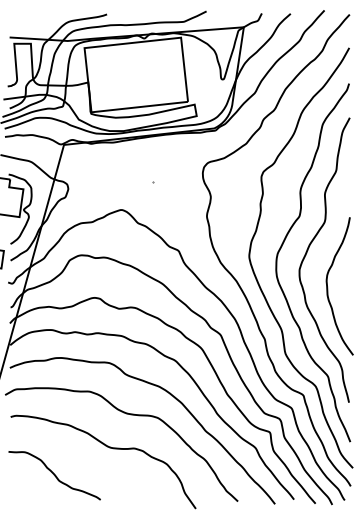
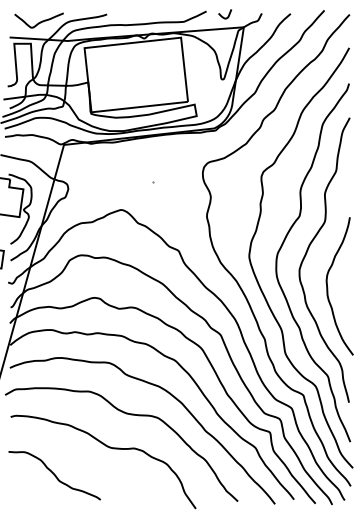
curve at (223, 16): none -> present
curve at (38, 22): none -> present
